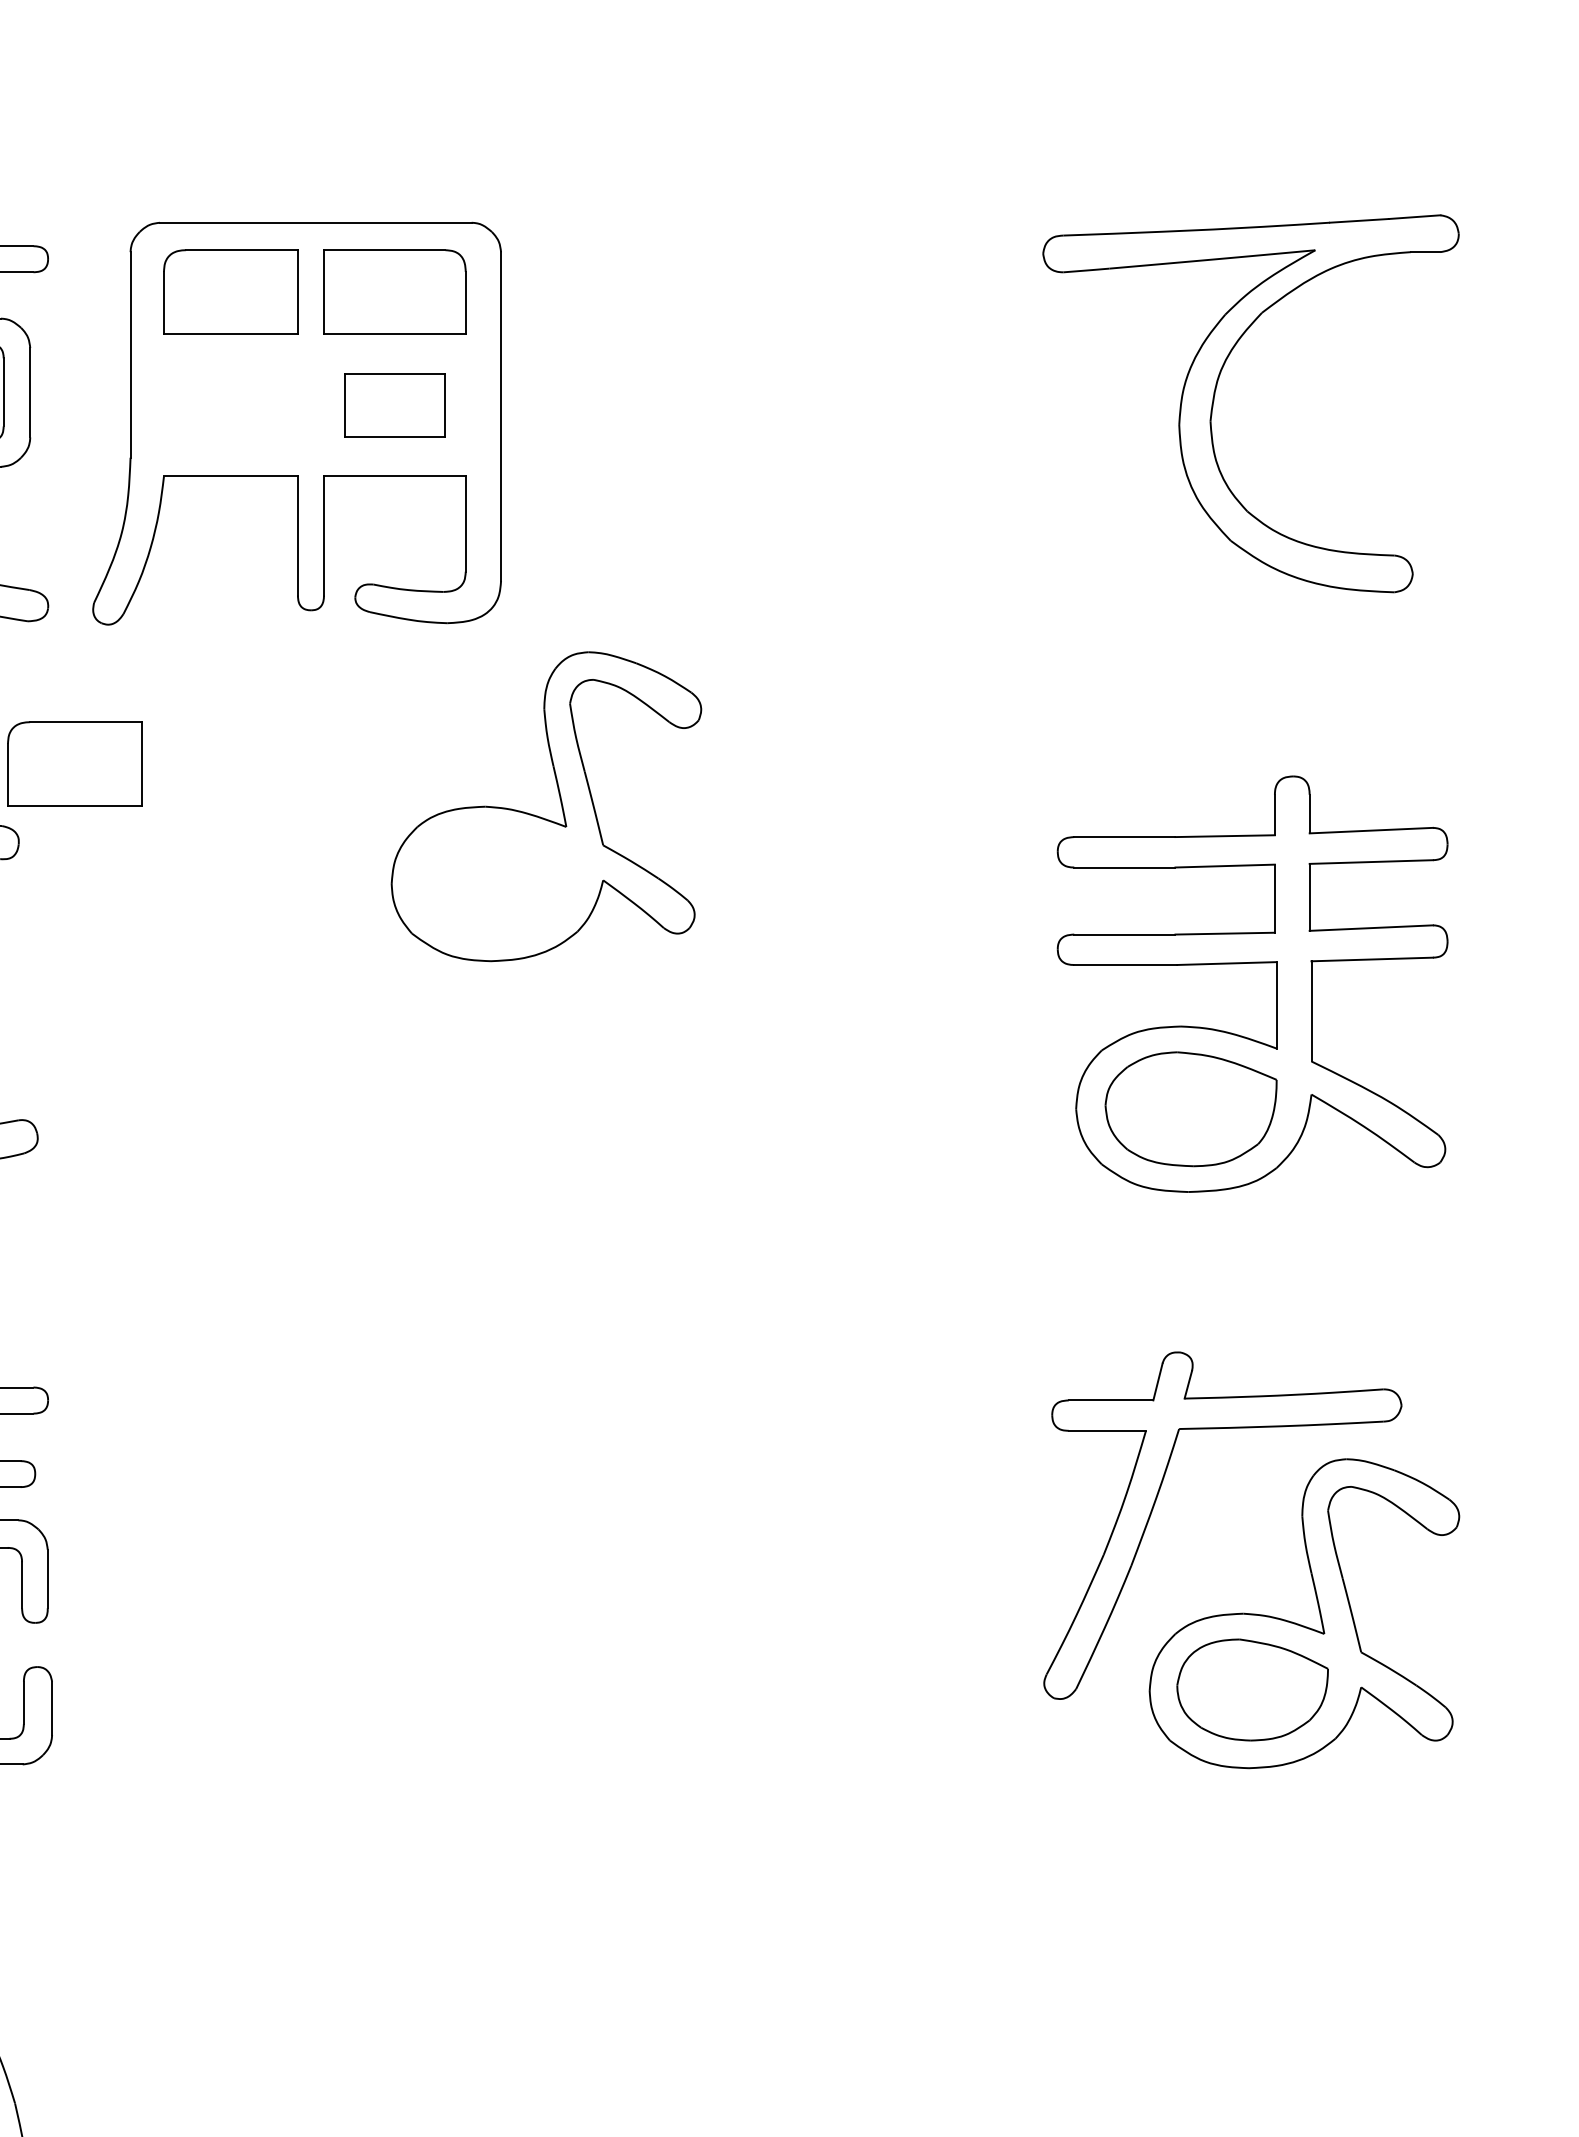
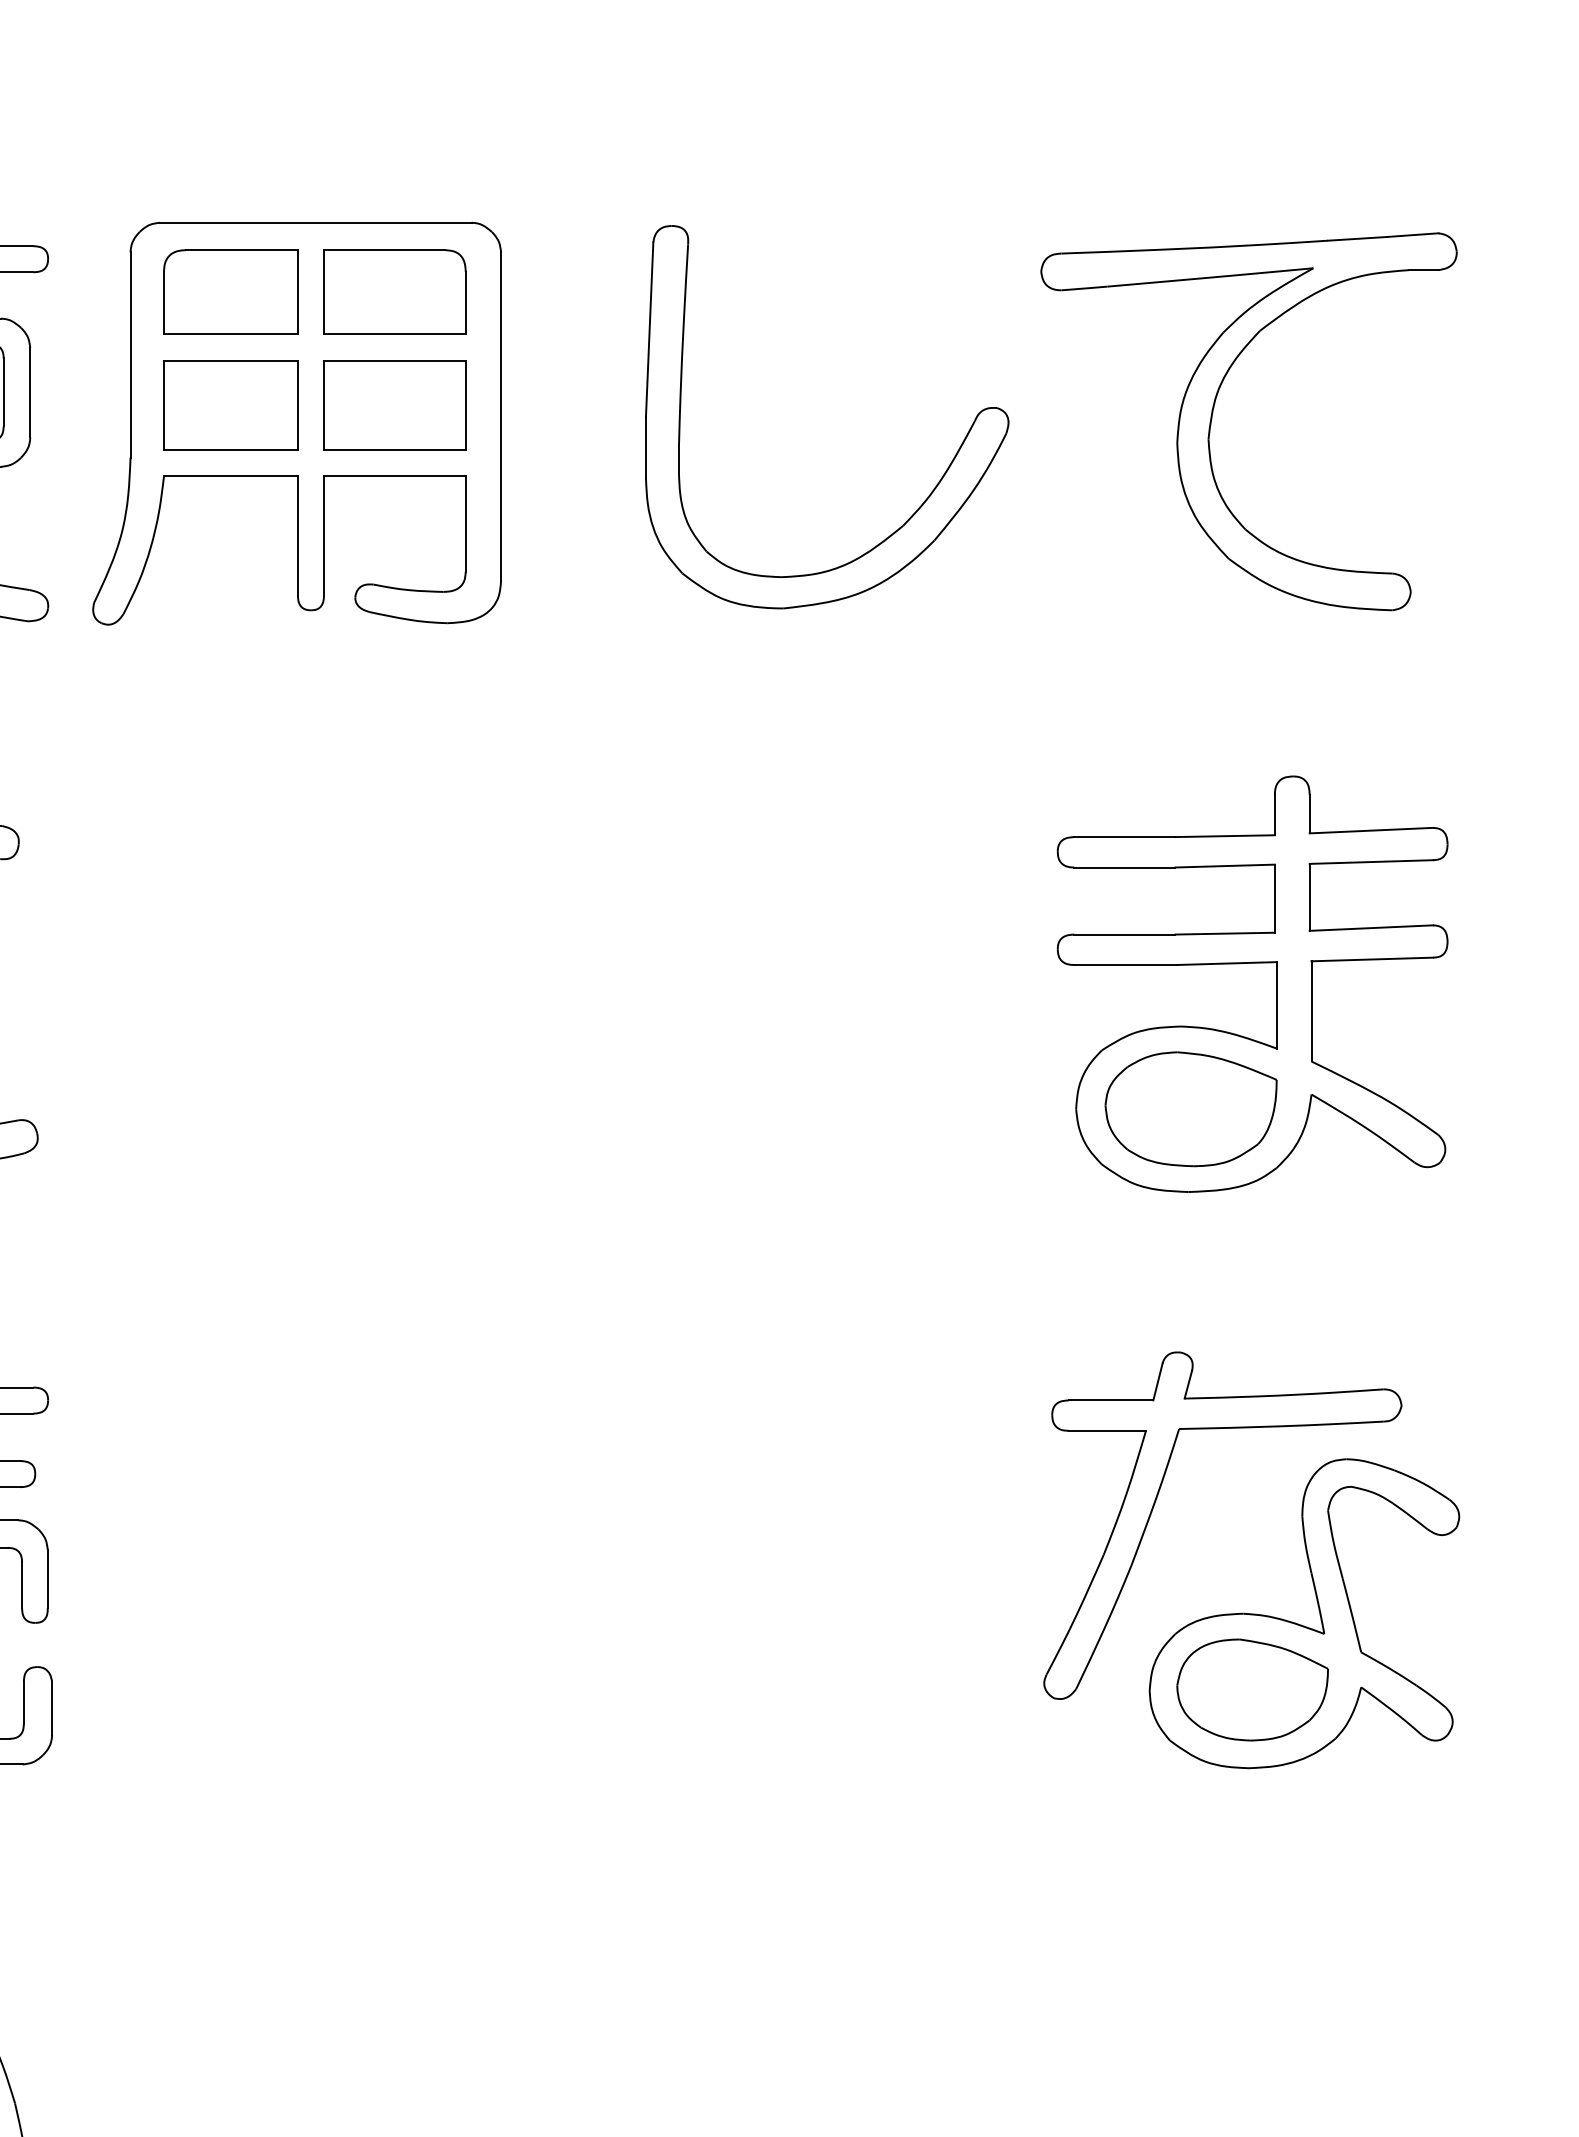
part at (1215, 395) position: (1215, 395) -> (1213, 413)
part at (230, 405): none -> present
part at (394, 405) size: 102x65 px -> 144x91 px
part at (933, 488): none -> present
part at (74, 763): present -> none
part at (543, 817): present -> none
